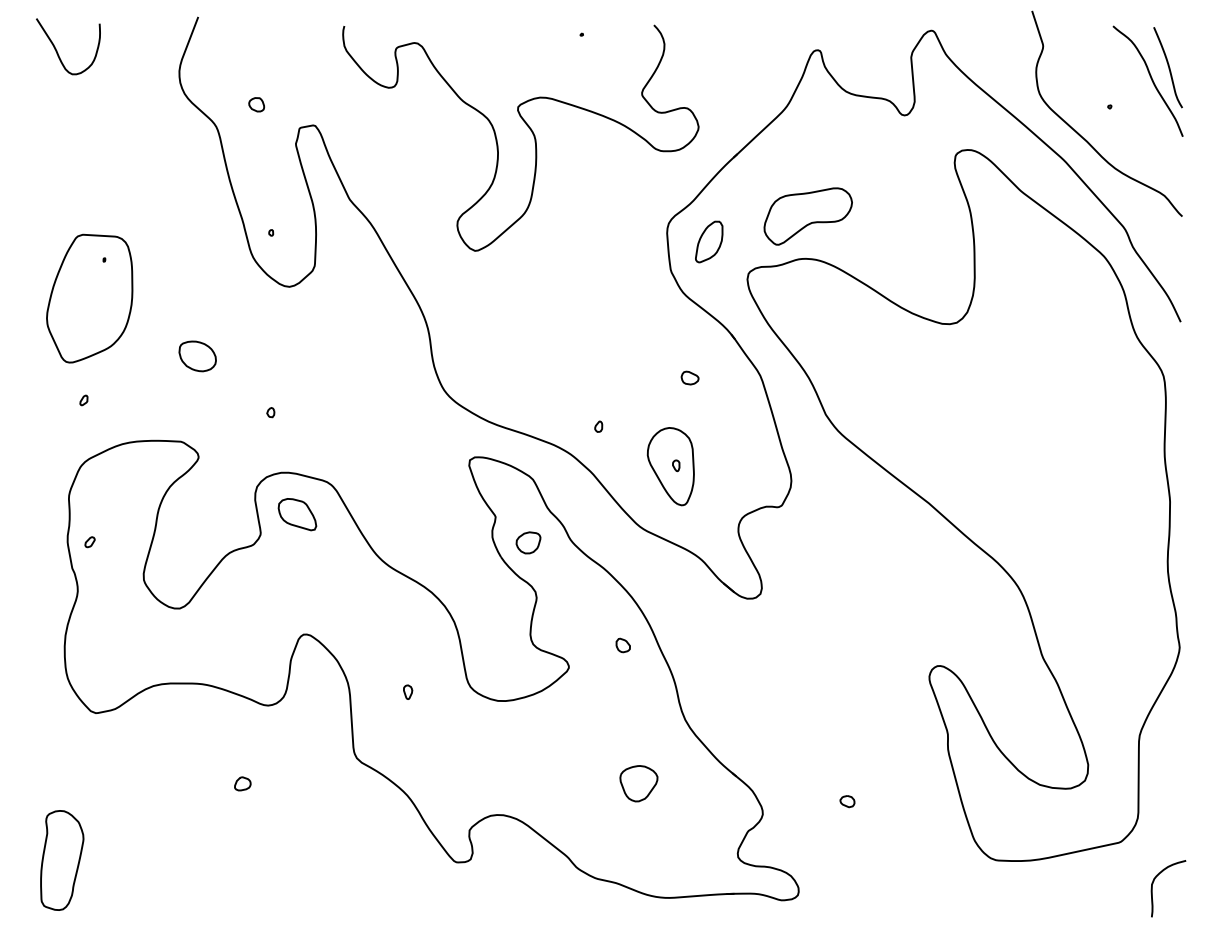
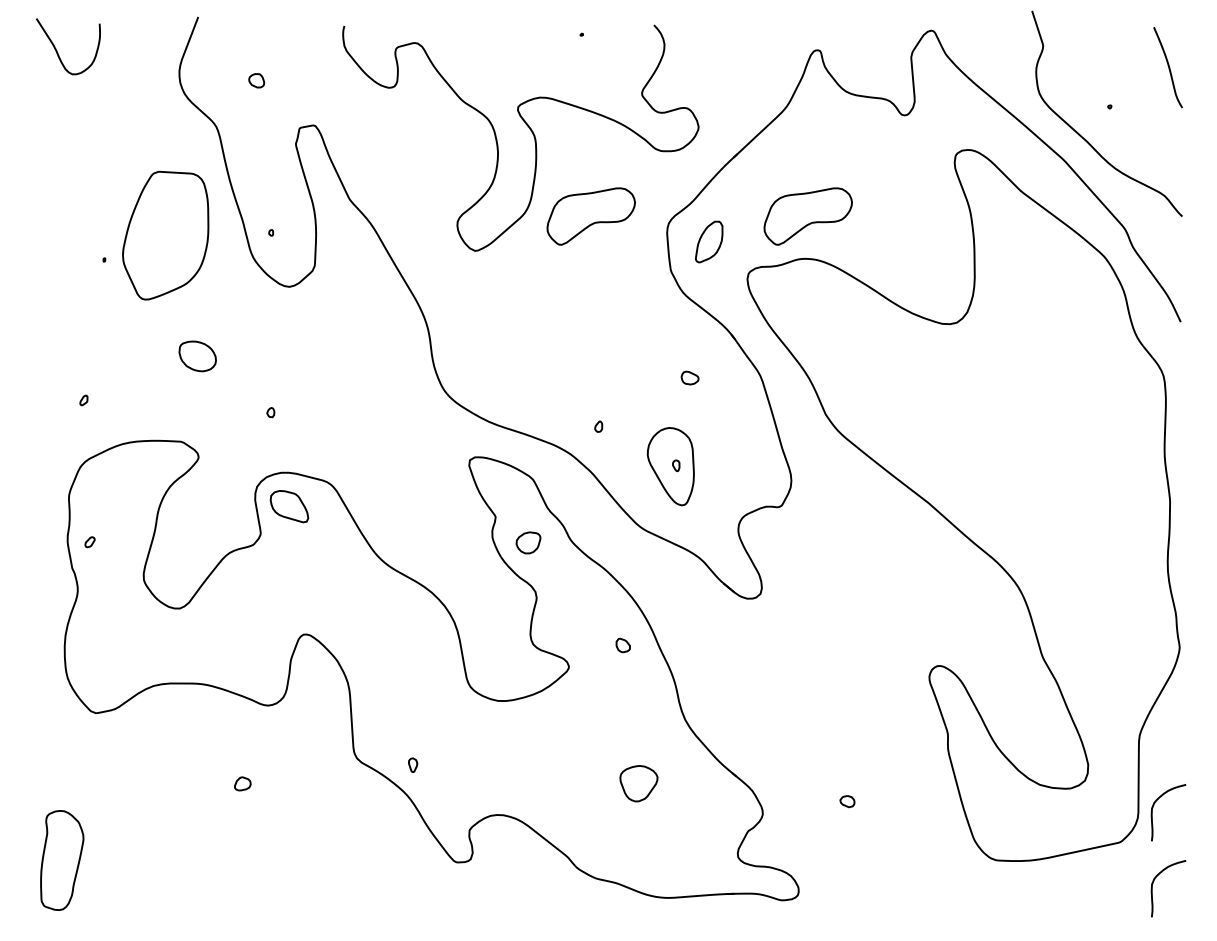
curve at (1150, 78): present -> none
part at (256, 104) position: (256, 104) -> (256, 80)
part at (590, 216): none -> present
part at (89, 298) position: (89, 298) -> (165, 235)
part at (297, 514) position: (297, 514) -> (289, 506)
part at (408, 691) position: (408, 691) -> (413, 764)
curve at (1154, 805): none -> present
